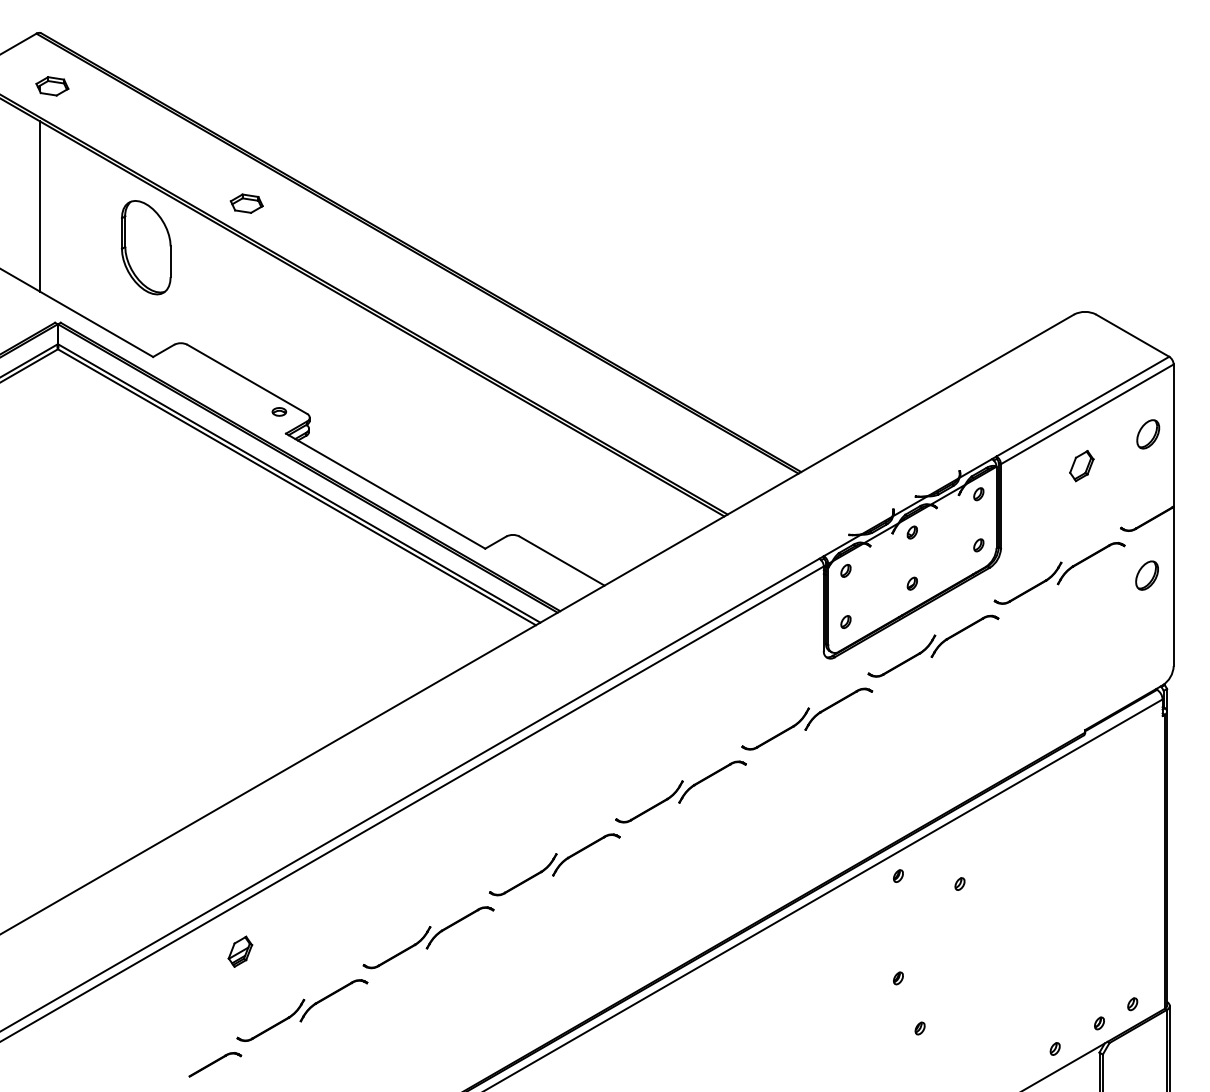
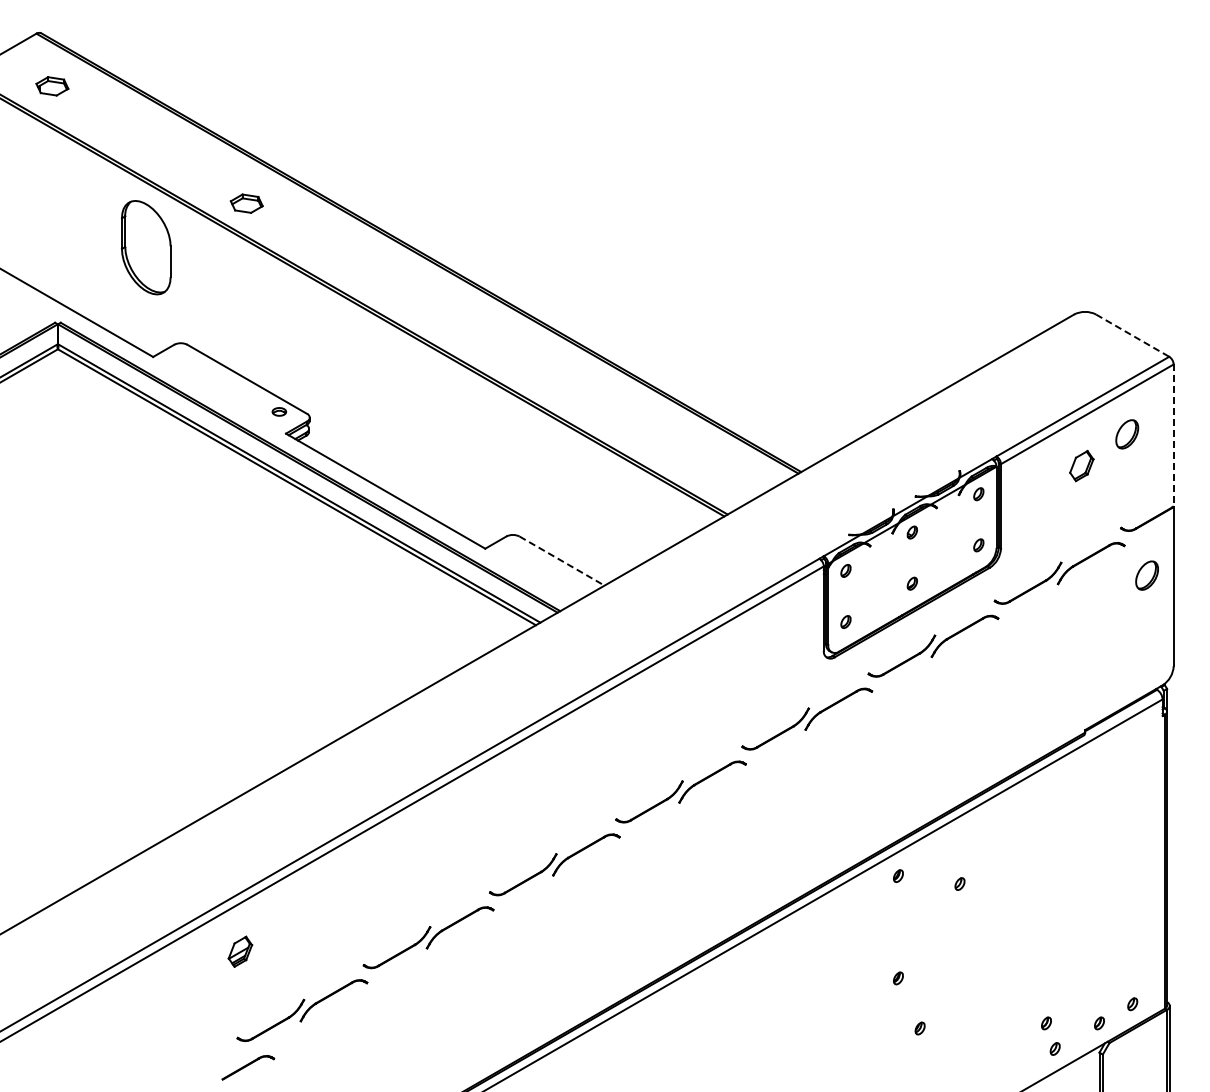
line at (39, 206): present -> none
line at (1133, 335): solid -> dashed
part at (1148, 434) position: (1148, 434) -> (1127, 434)
line at (1173, 436): solid -> dashed
line at (562, 561): solid -> dashed
part at (1046, 1023): none -> present
part at (215, 1064) position: (215, 1064) -> (248, 1067)
